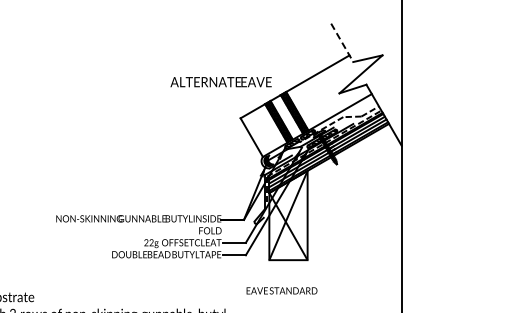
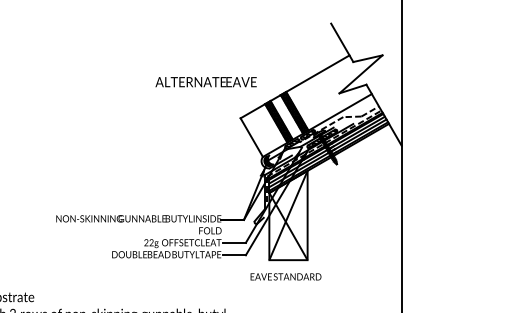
line at (342, 43): dashed -> solid
text at (220, 82) position: (220, 82) -> (205, 82)
text at (281, 290) position: (281, 290) -> (285, 276)
